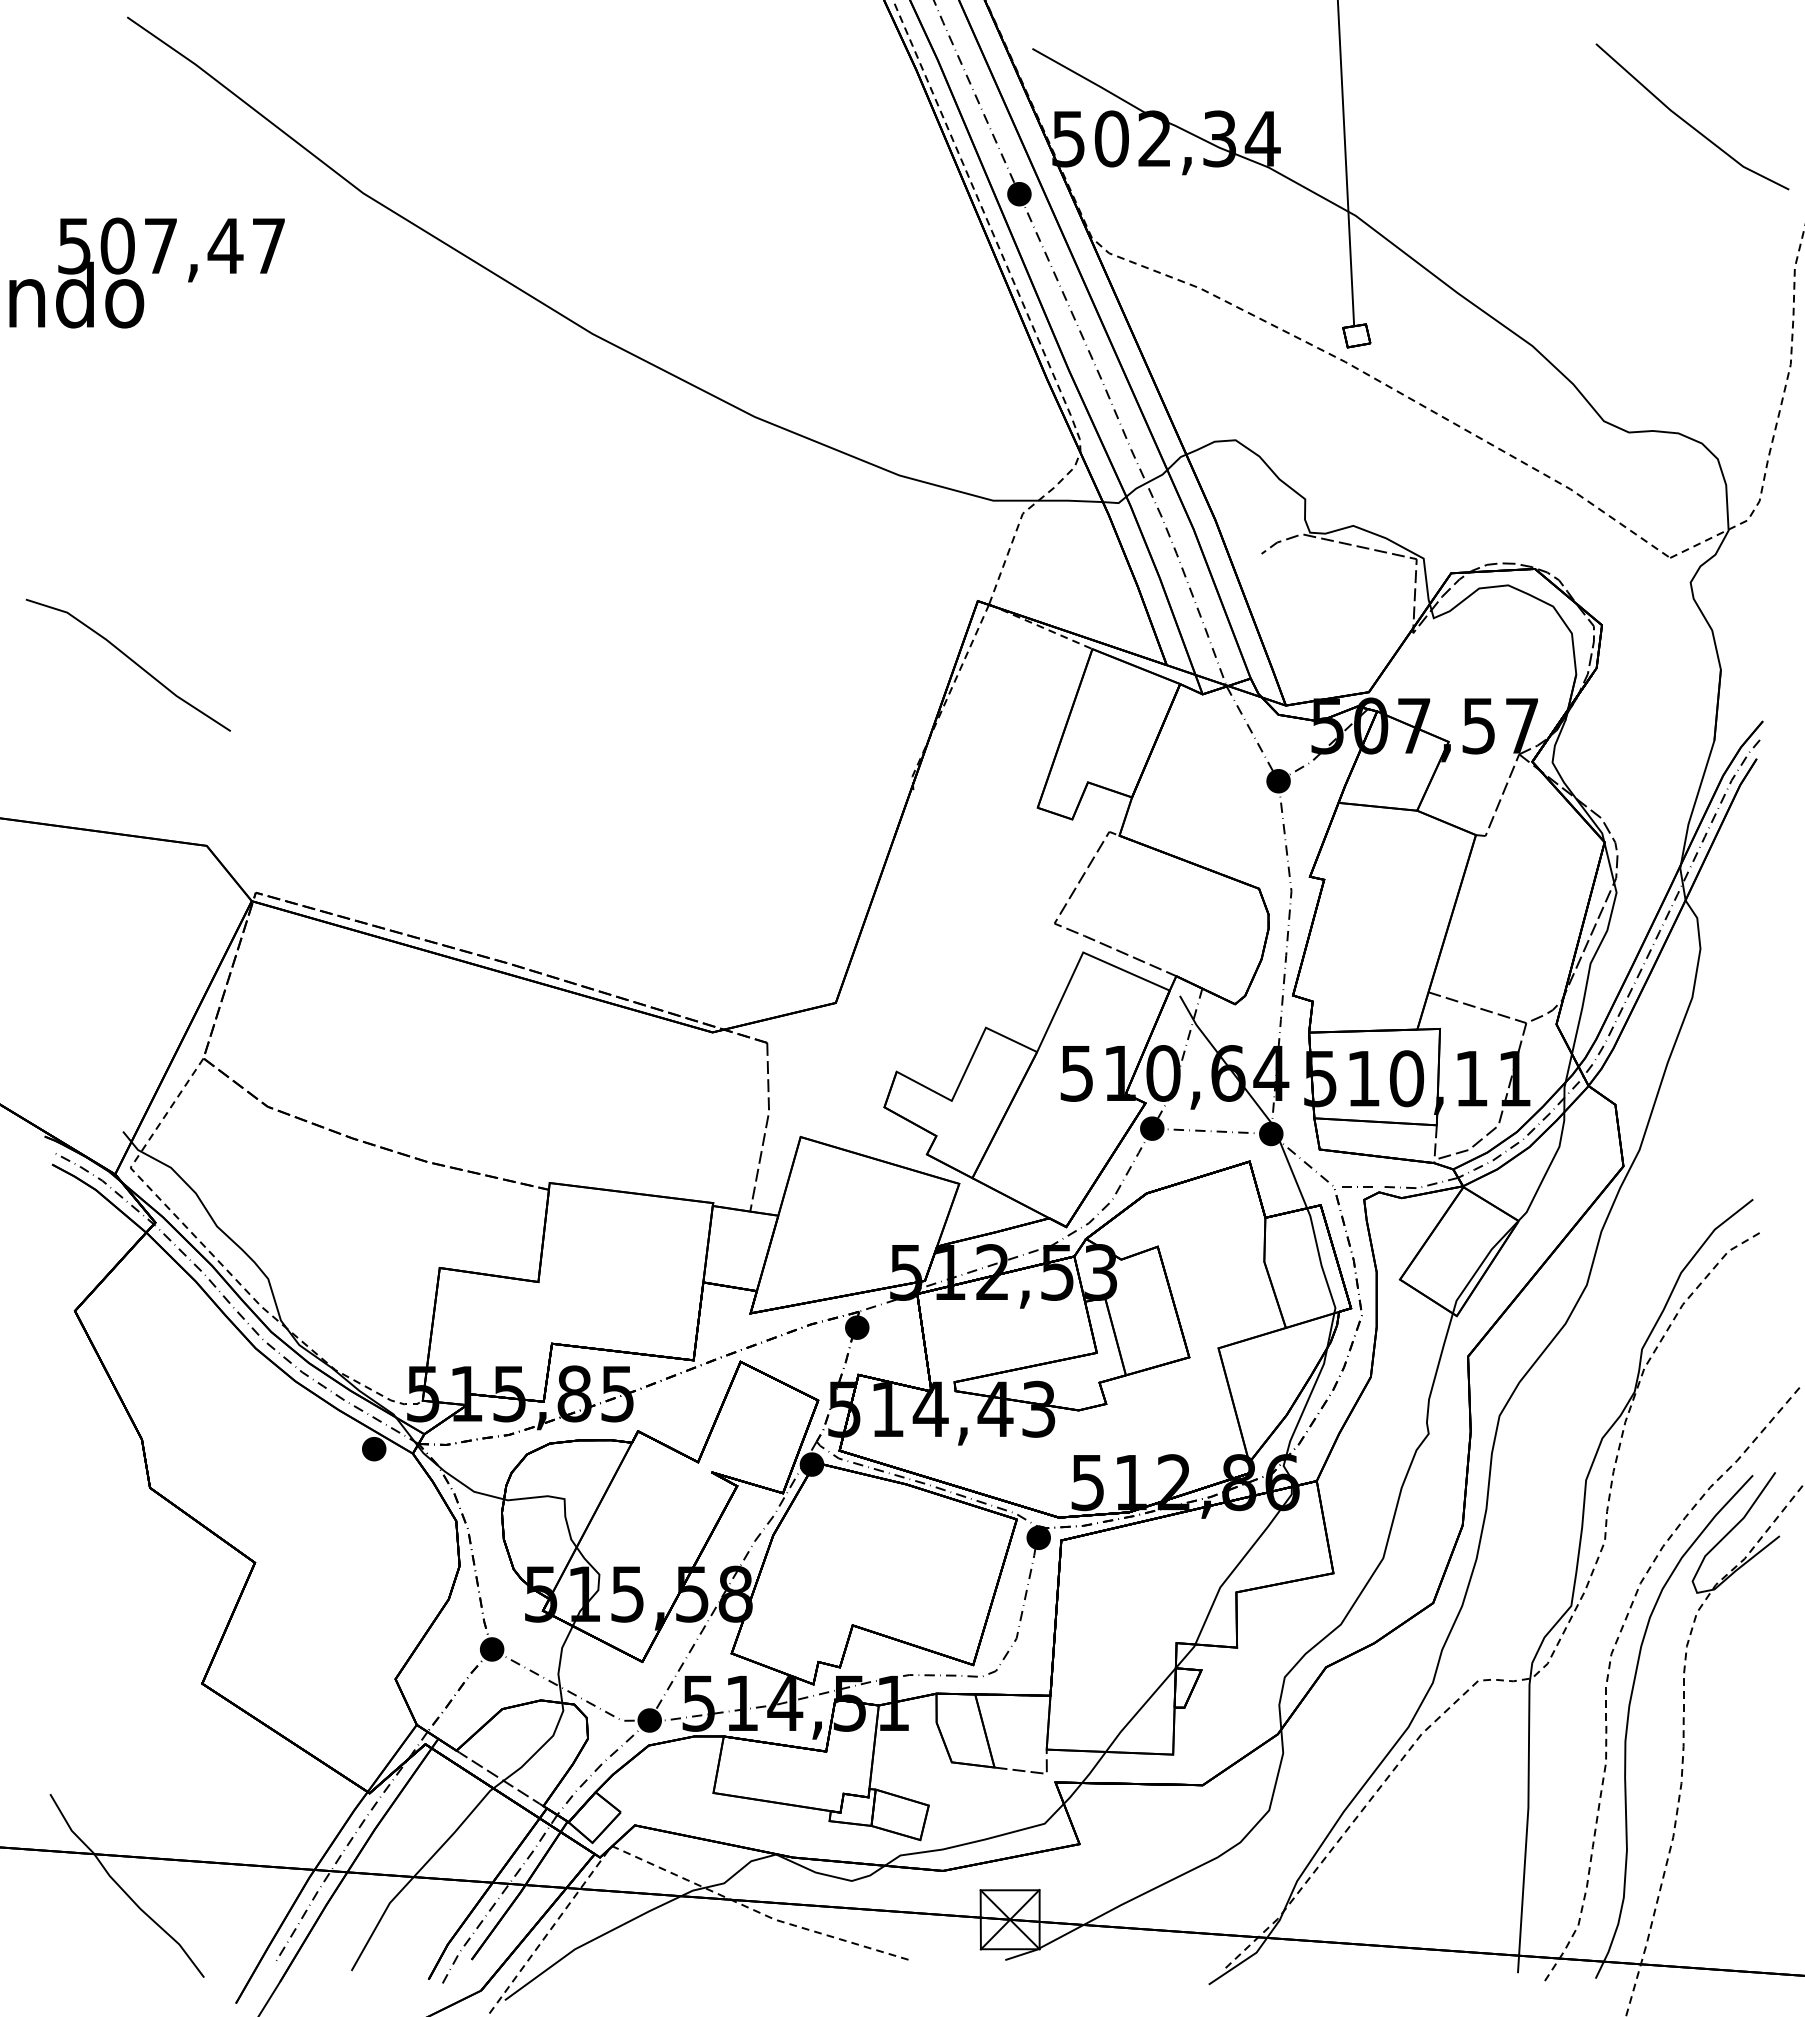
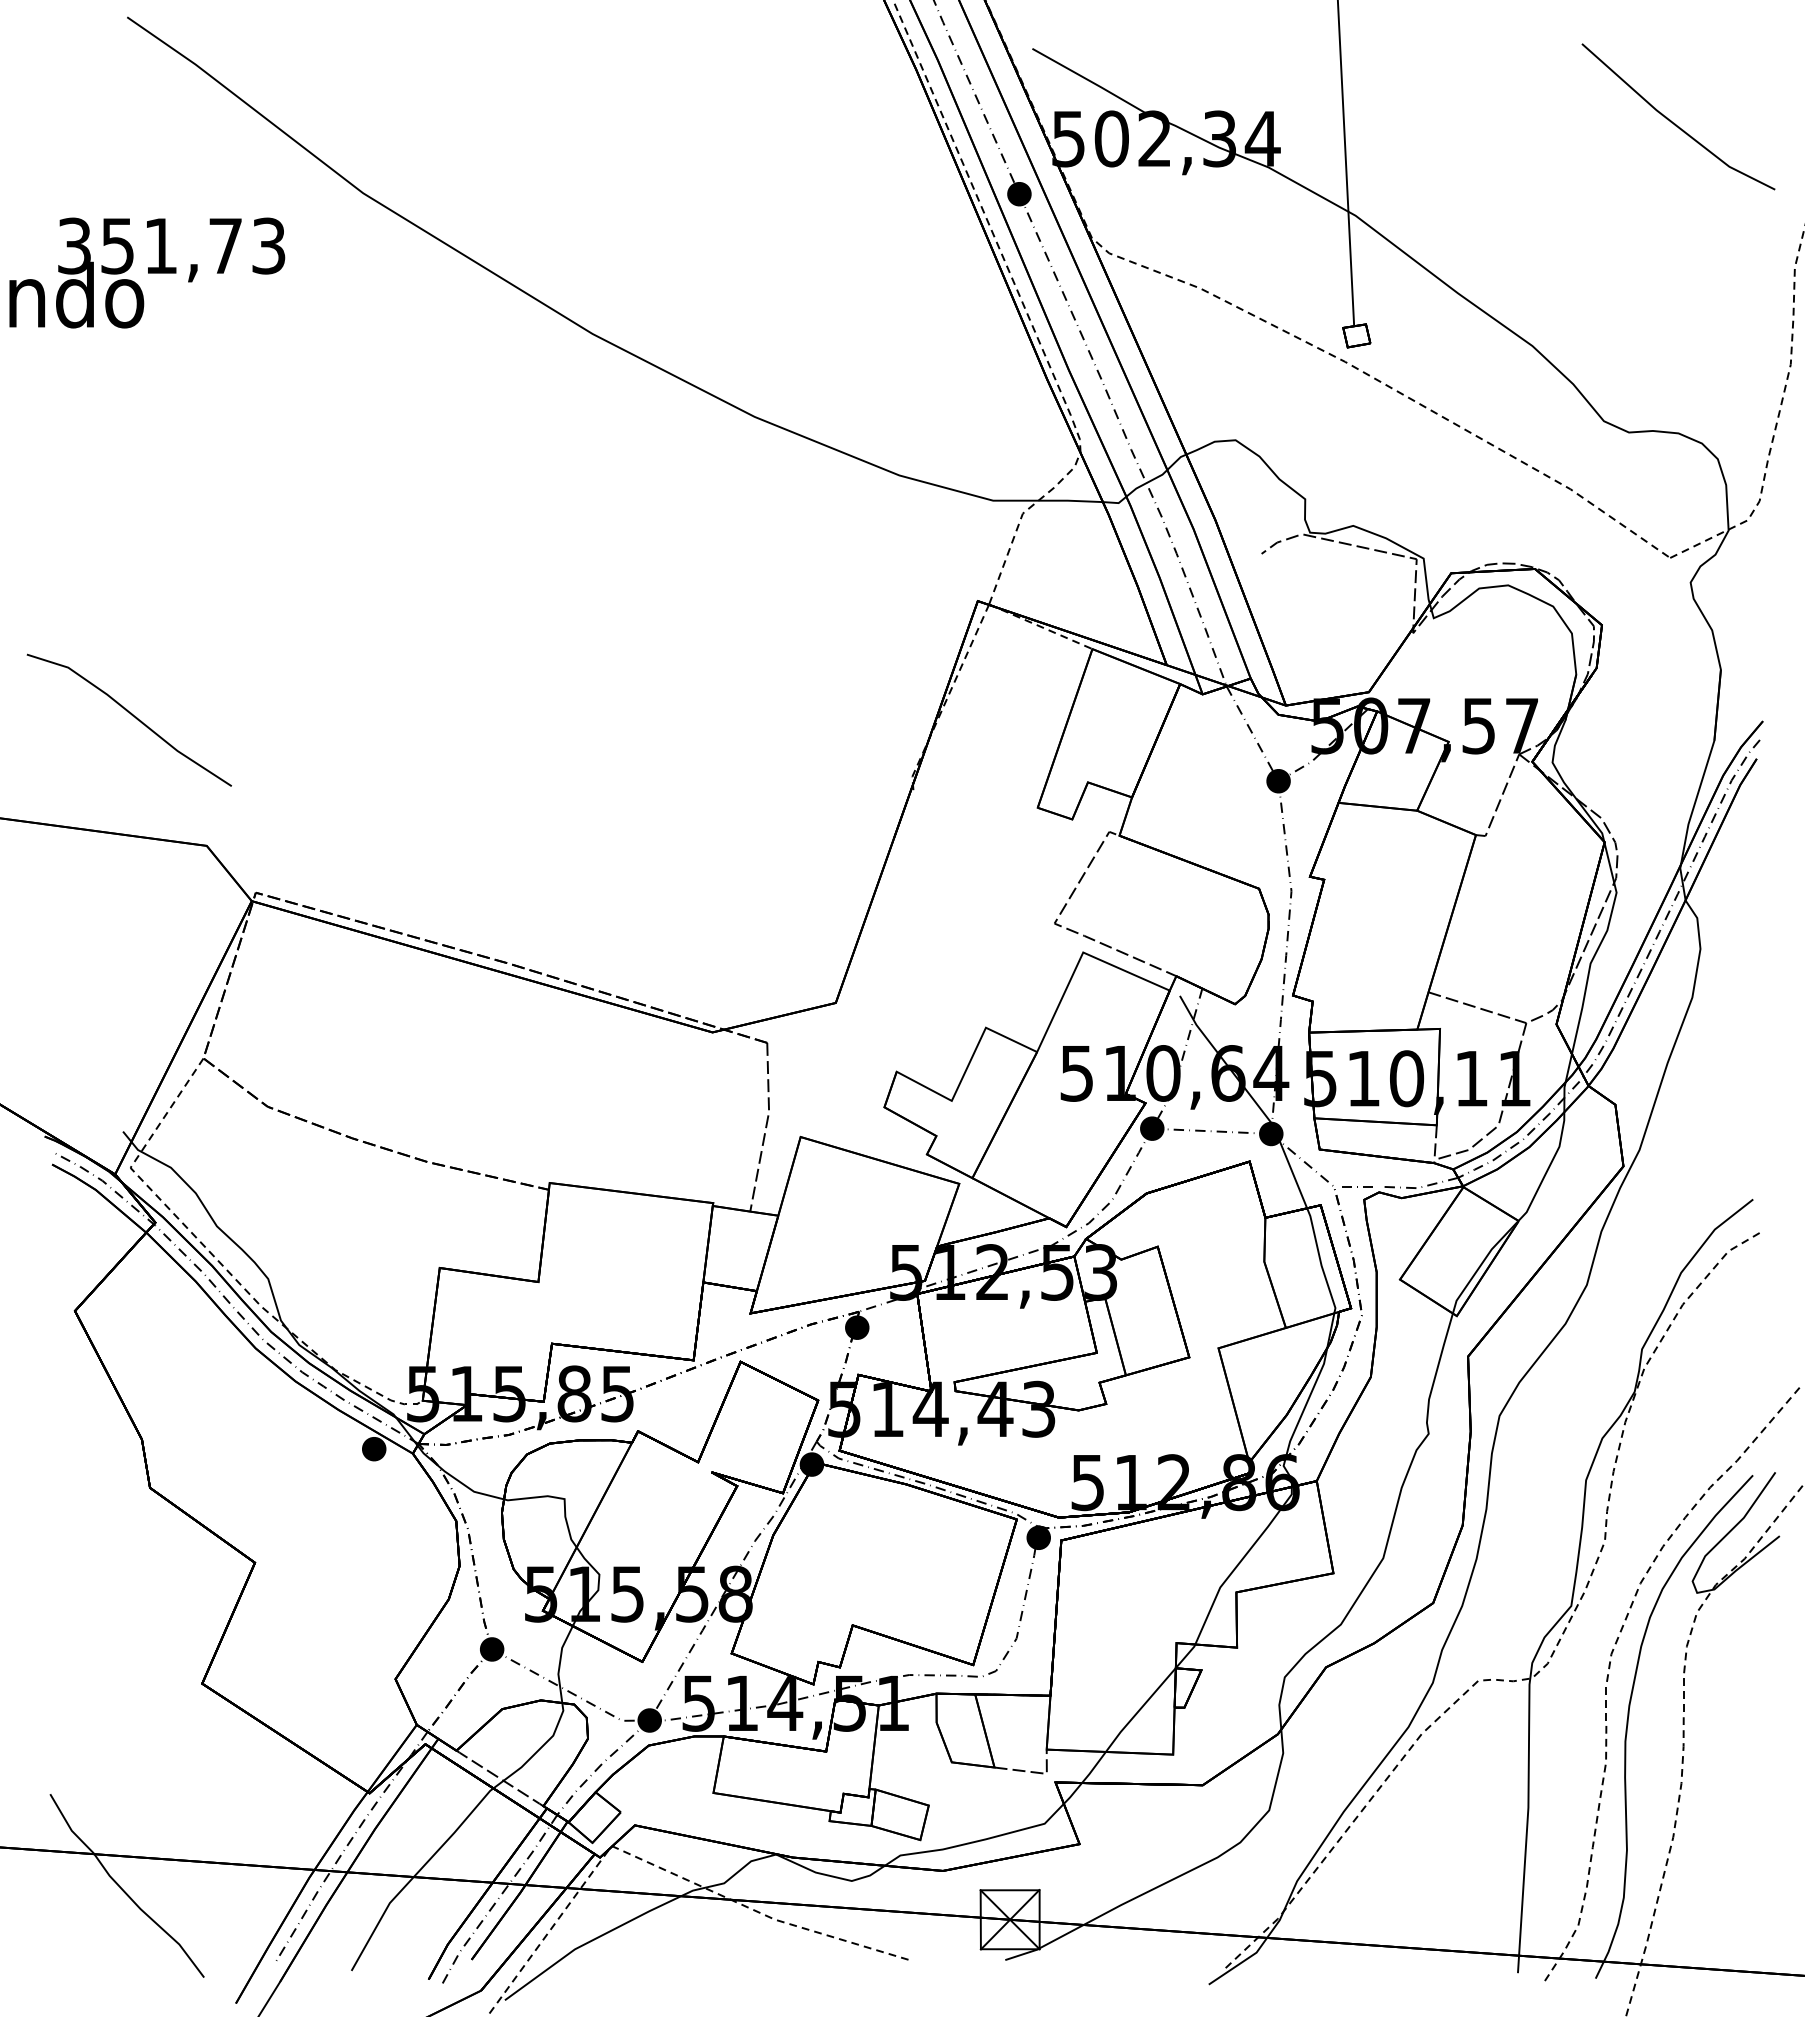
line at (1688, 122) position: (1688, 122) -> (1674, 122)
text at (171, 245): 507,47 -> 351,73
line at (130, 660) position: (130, 660) -> (131, 715)
